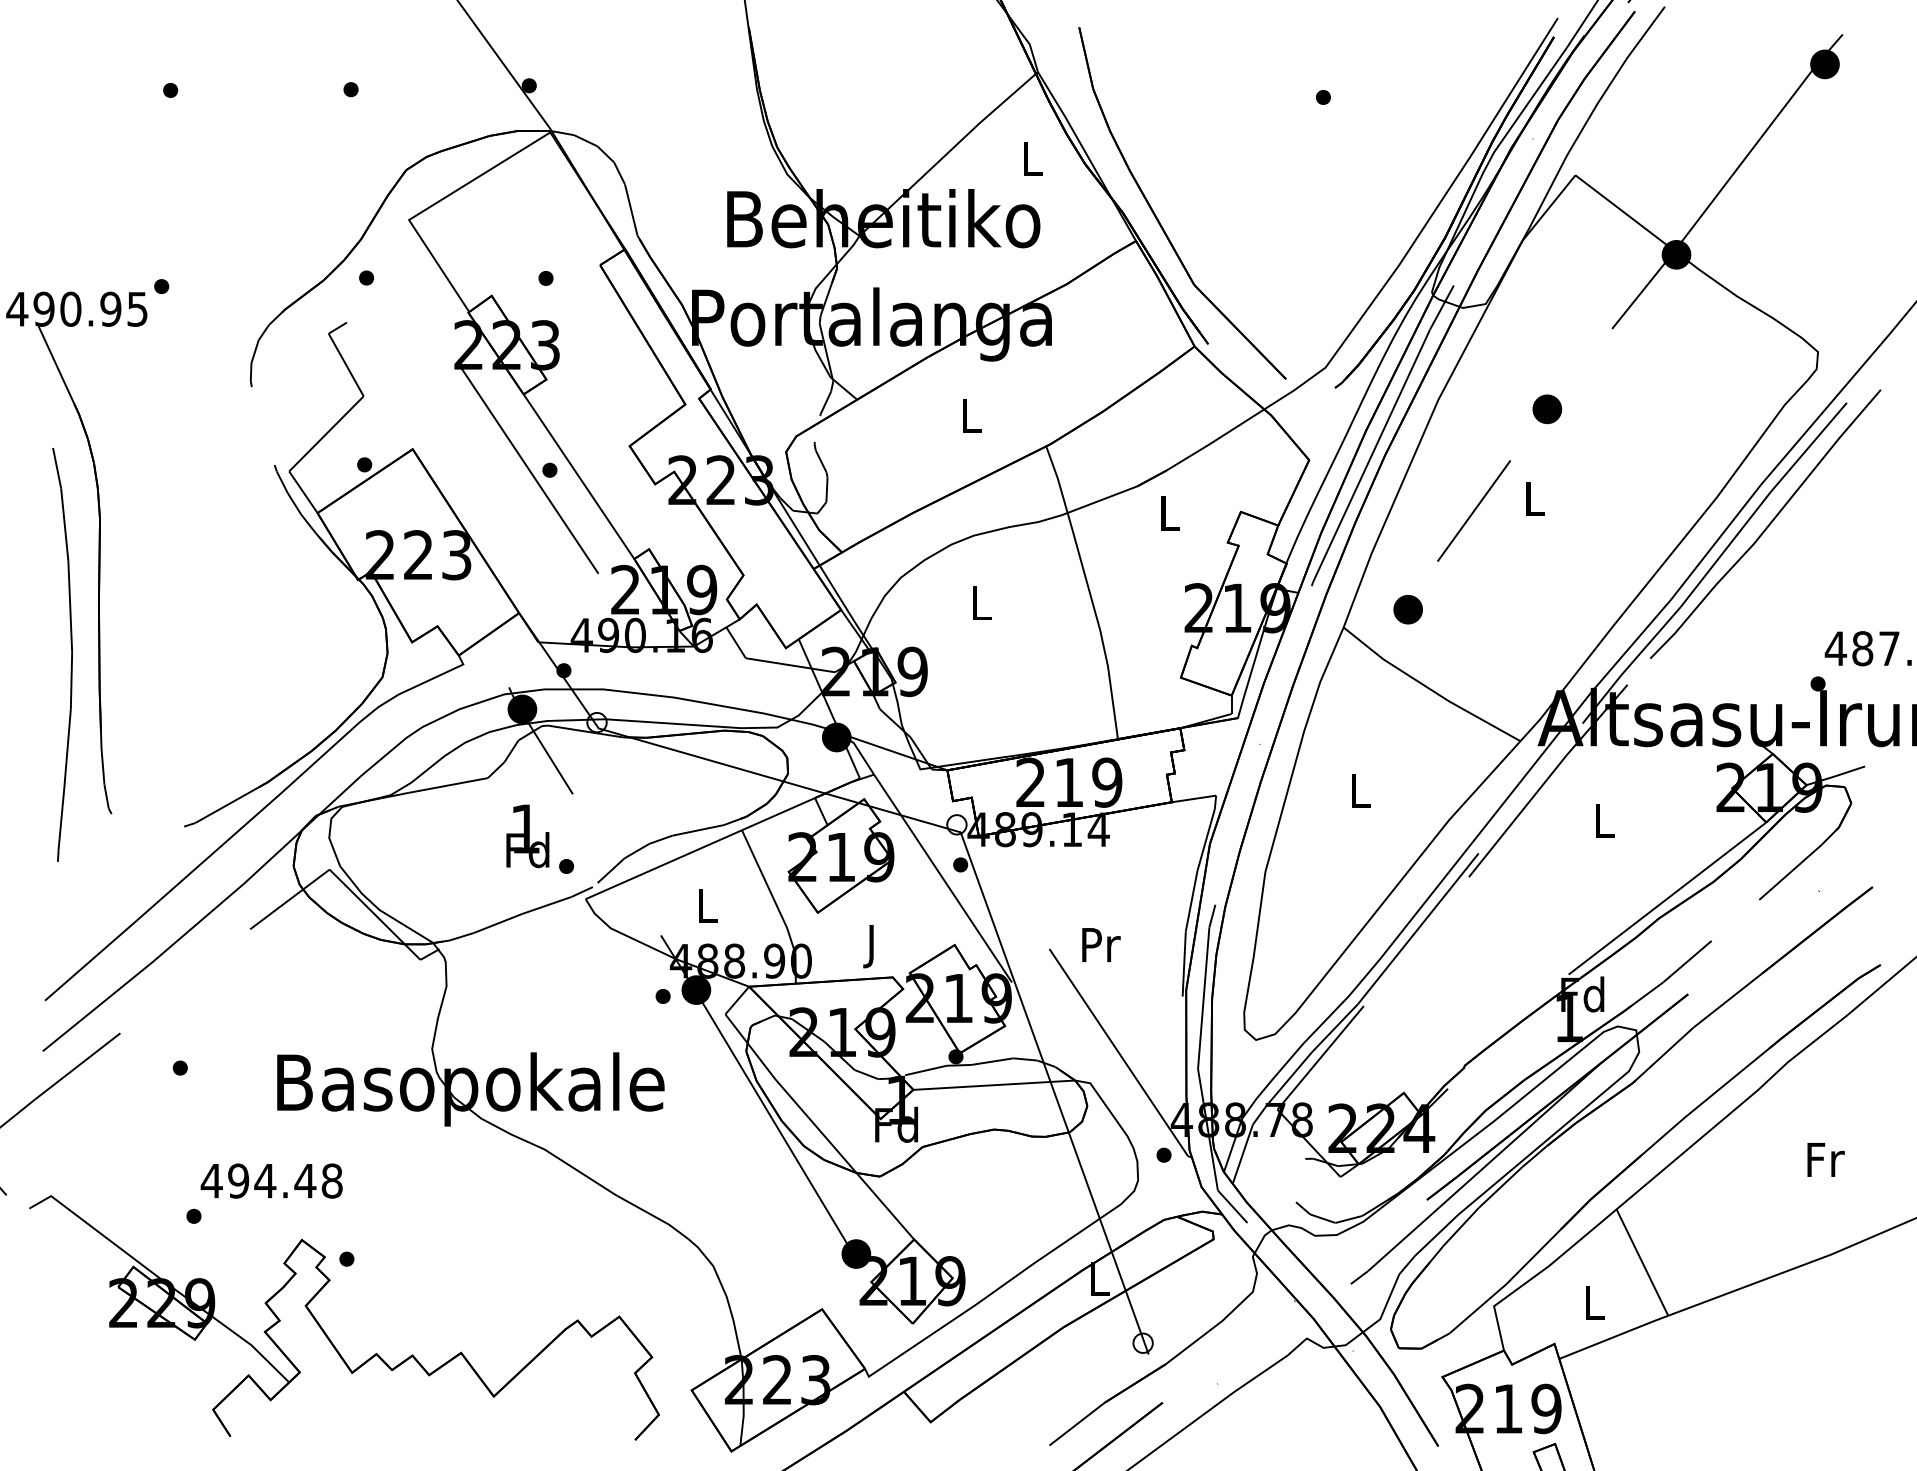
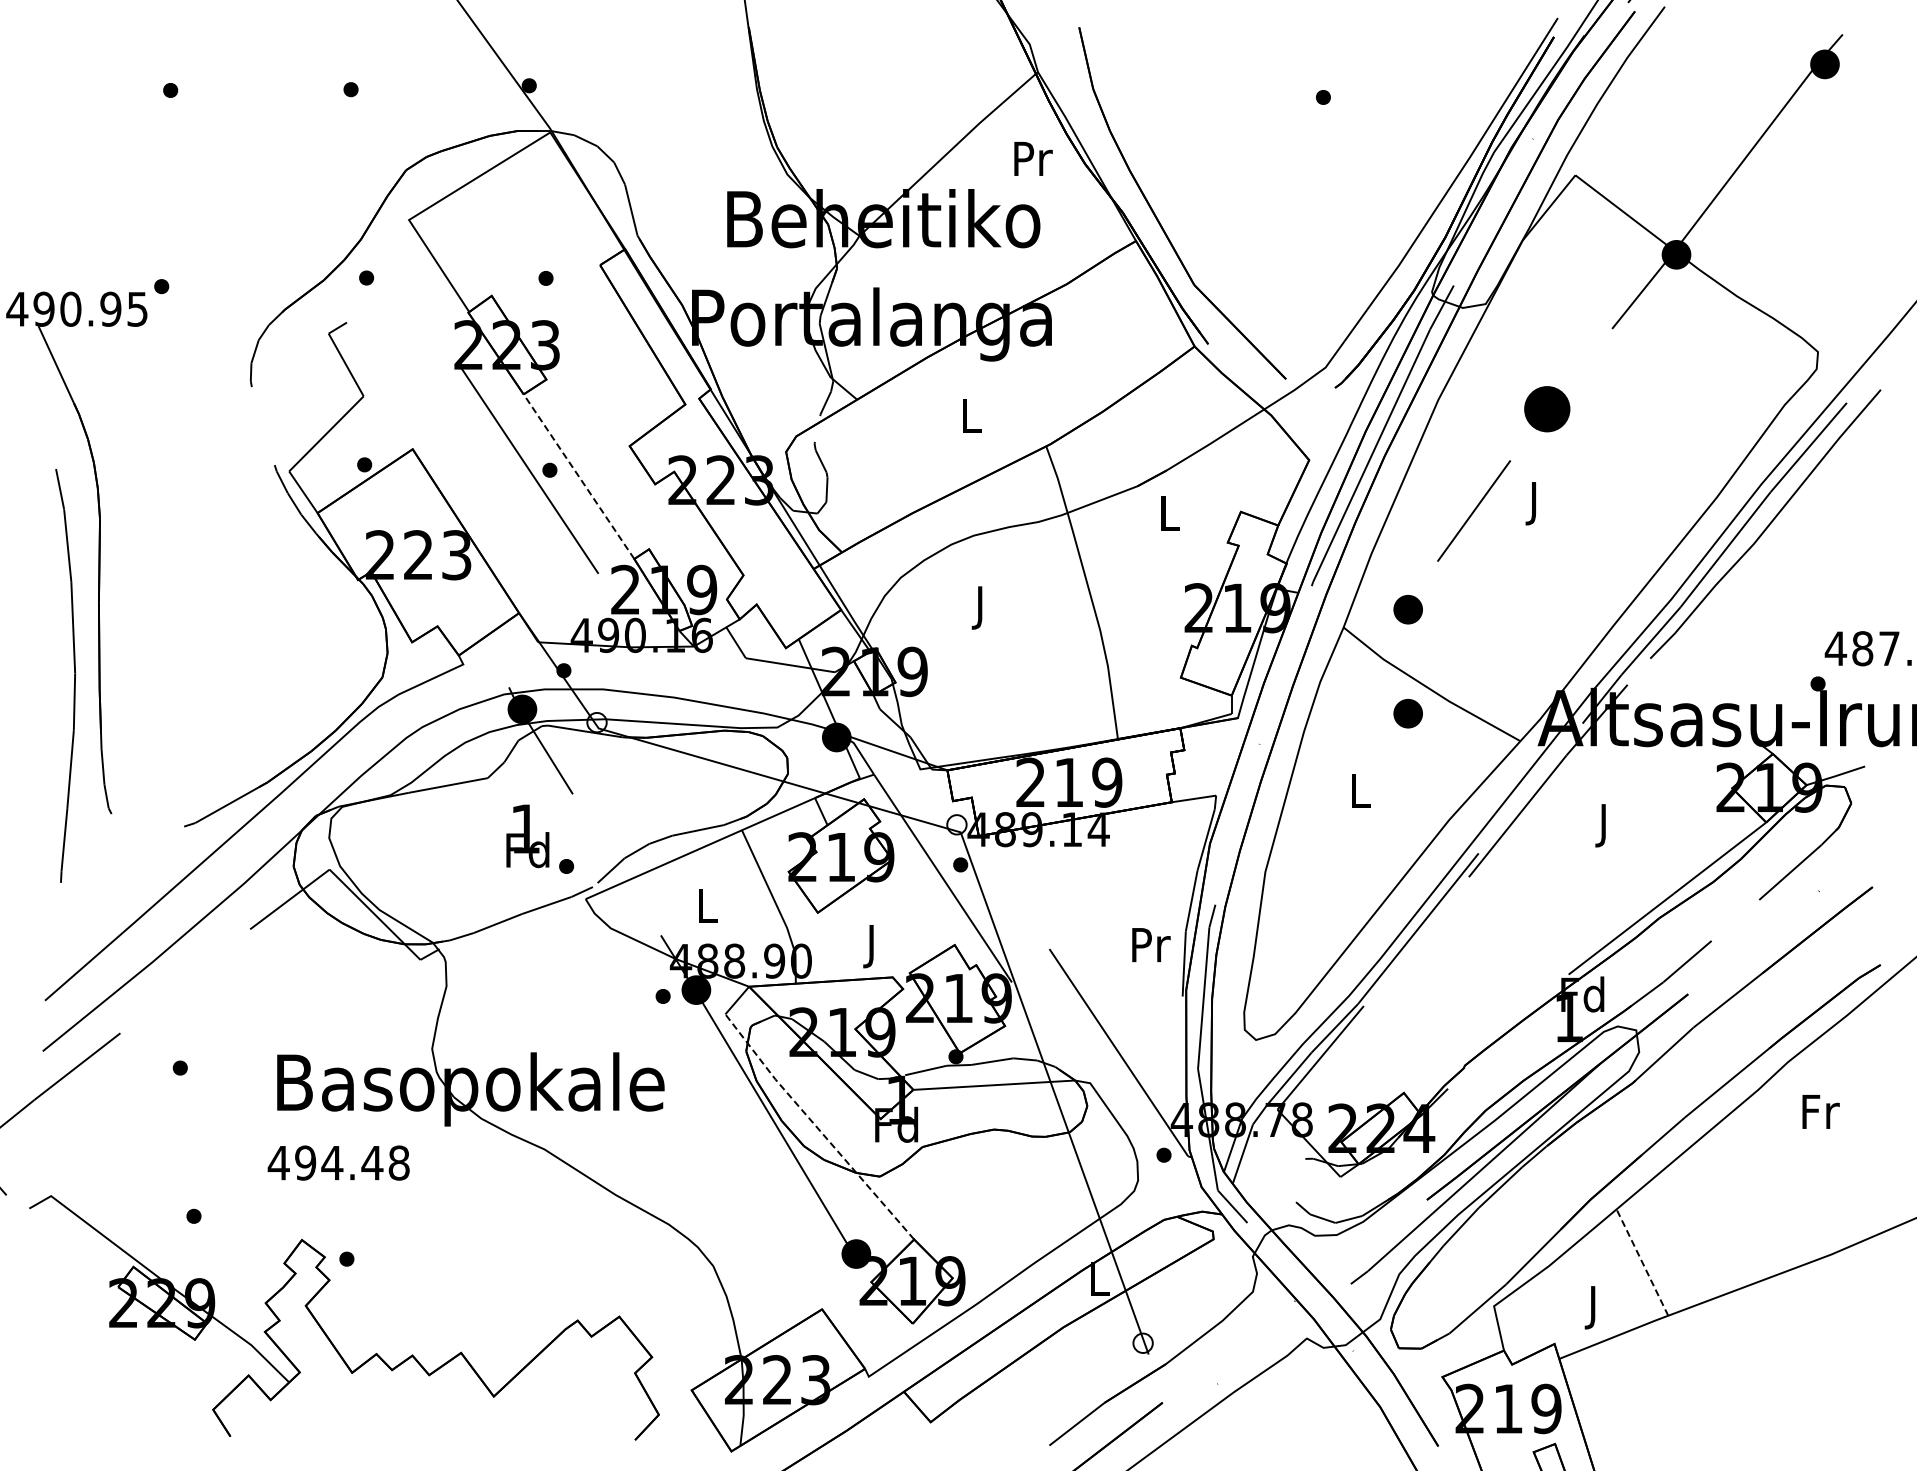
text at (1033, 158): L -> Pr
part at (1547, 409) size: 31x31 px -> 47x47 px
line at (578, 476): solid -> dashed
text at (1534, 503): L -> J
text at (981, 607): L -> J
curve at (71, 654) position: (71, 654) -> (74, 675)
part at (1407, 713): none -> present
text at (1604, 825): L -> J
text at (1101, 945) position: (1101, 945) -> (1151, 945)
line at (817, 1127): solid -> dashed
text at (1825, 1159) position: (1825, 1159) -> (1820, 1111)
text at (271, 1180) position: (271, 1180) -> (338, 1162)
line at (1642, 1262): solid -> dashed
text at (1594, 1307): L -> J
